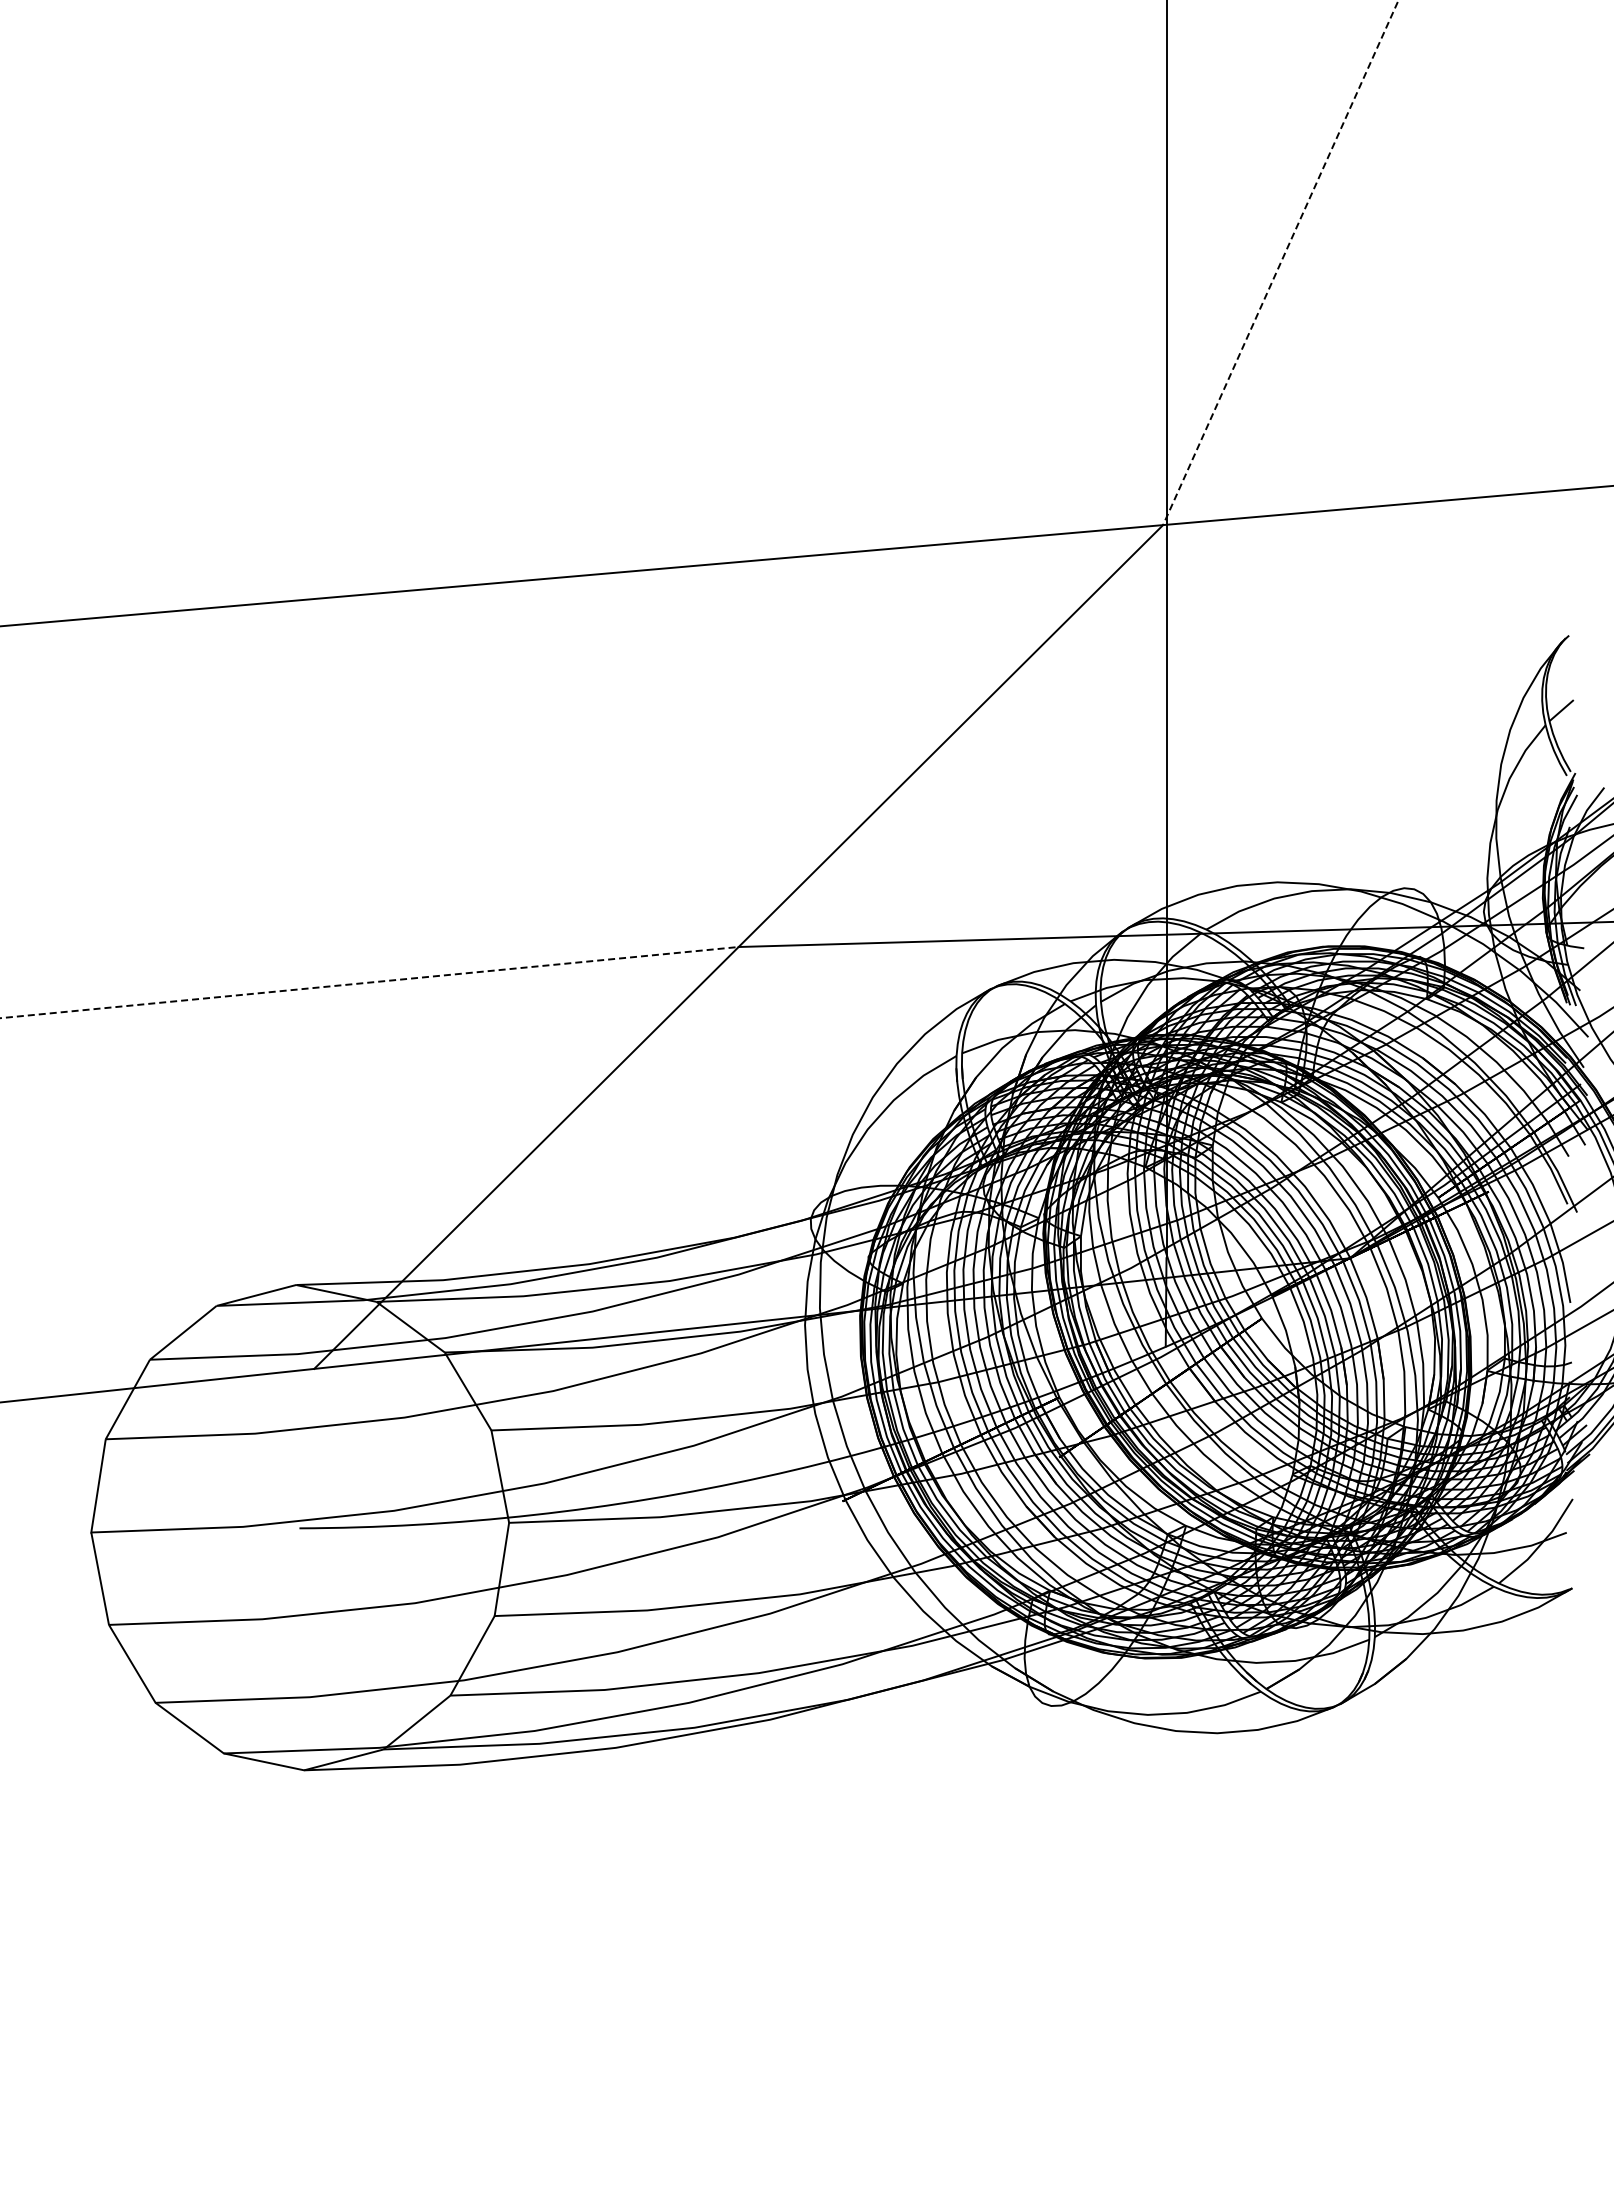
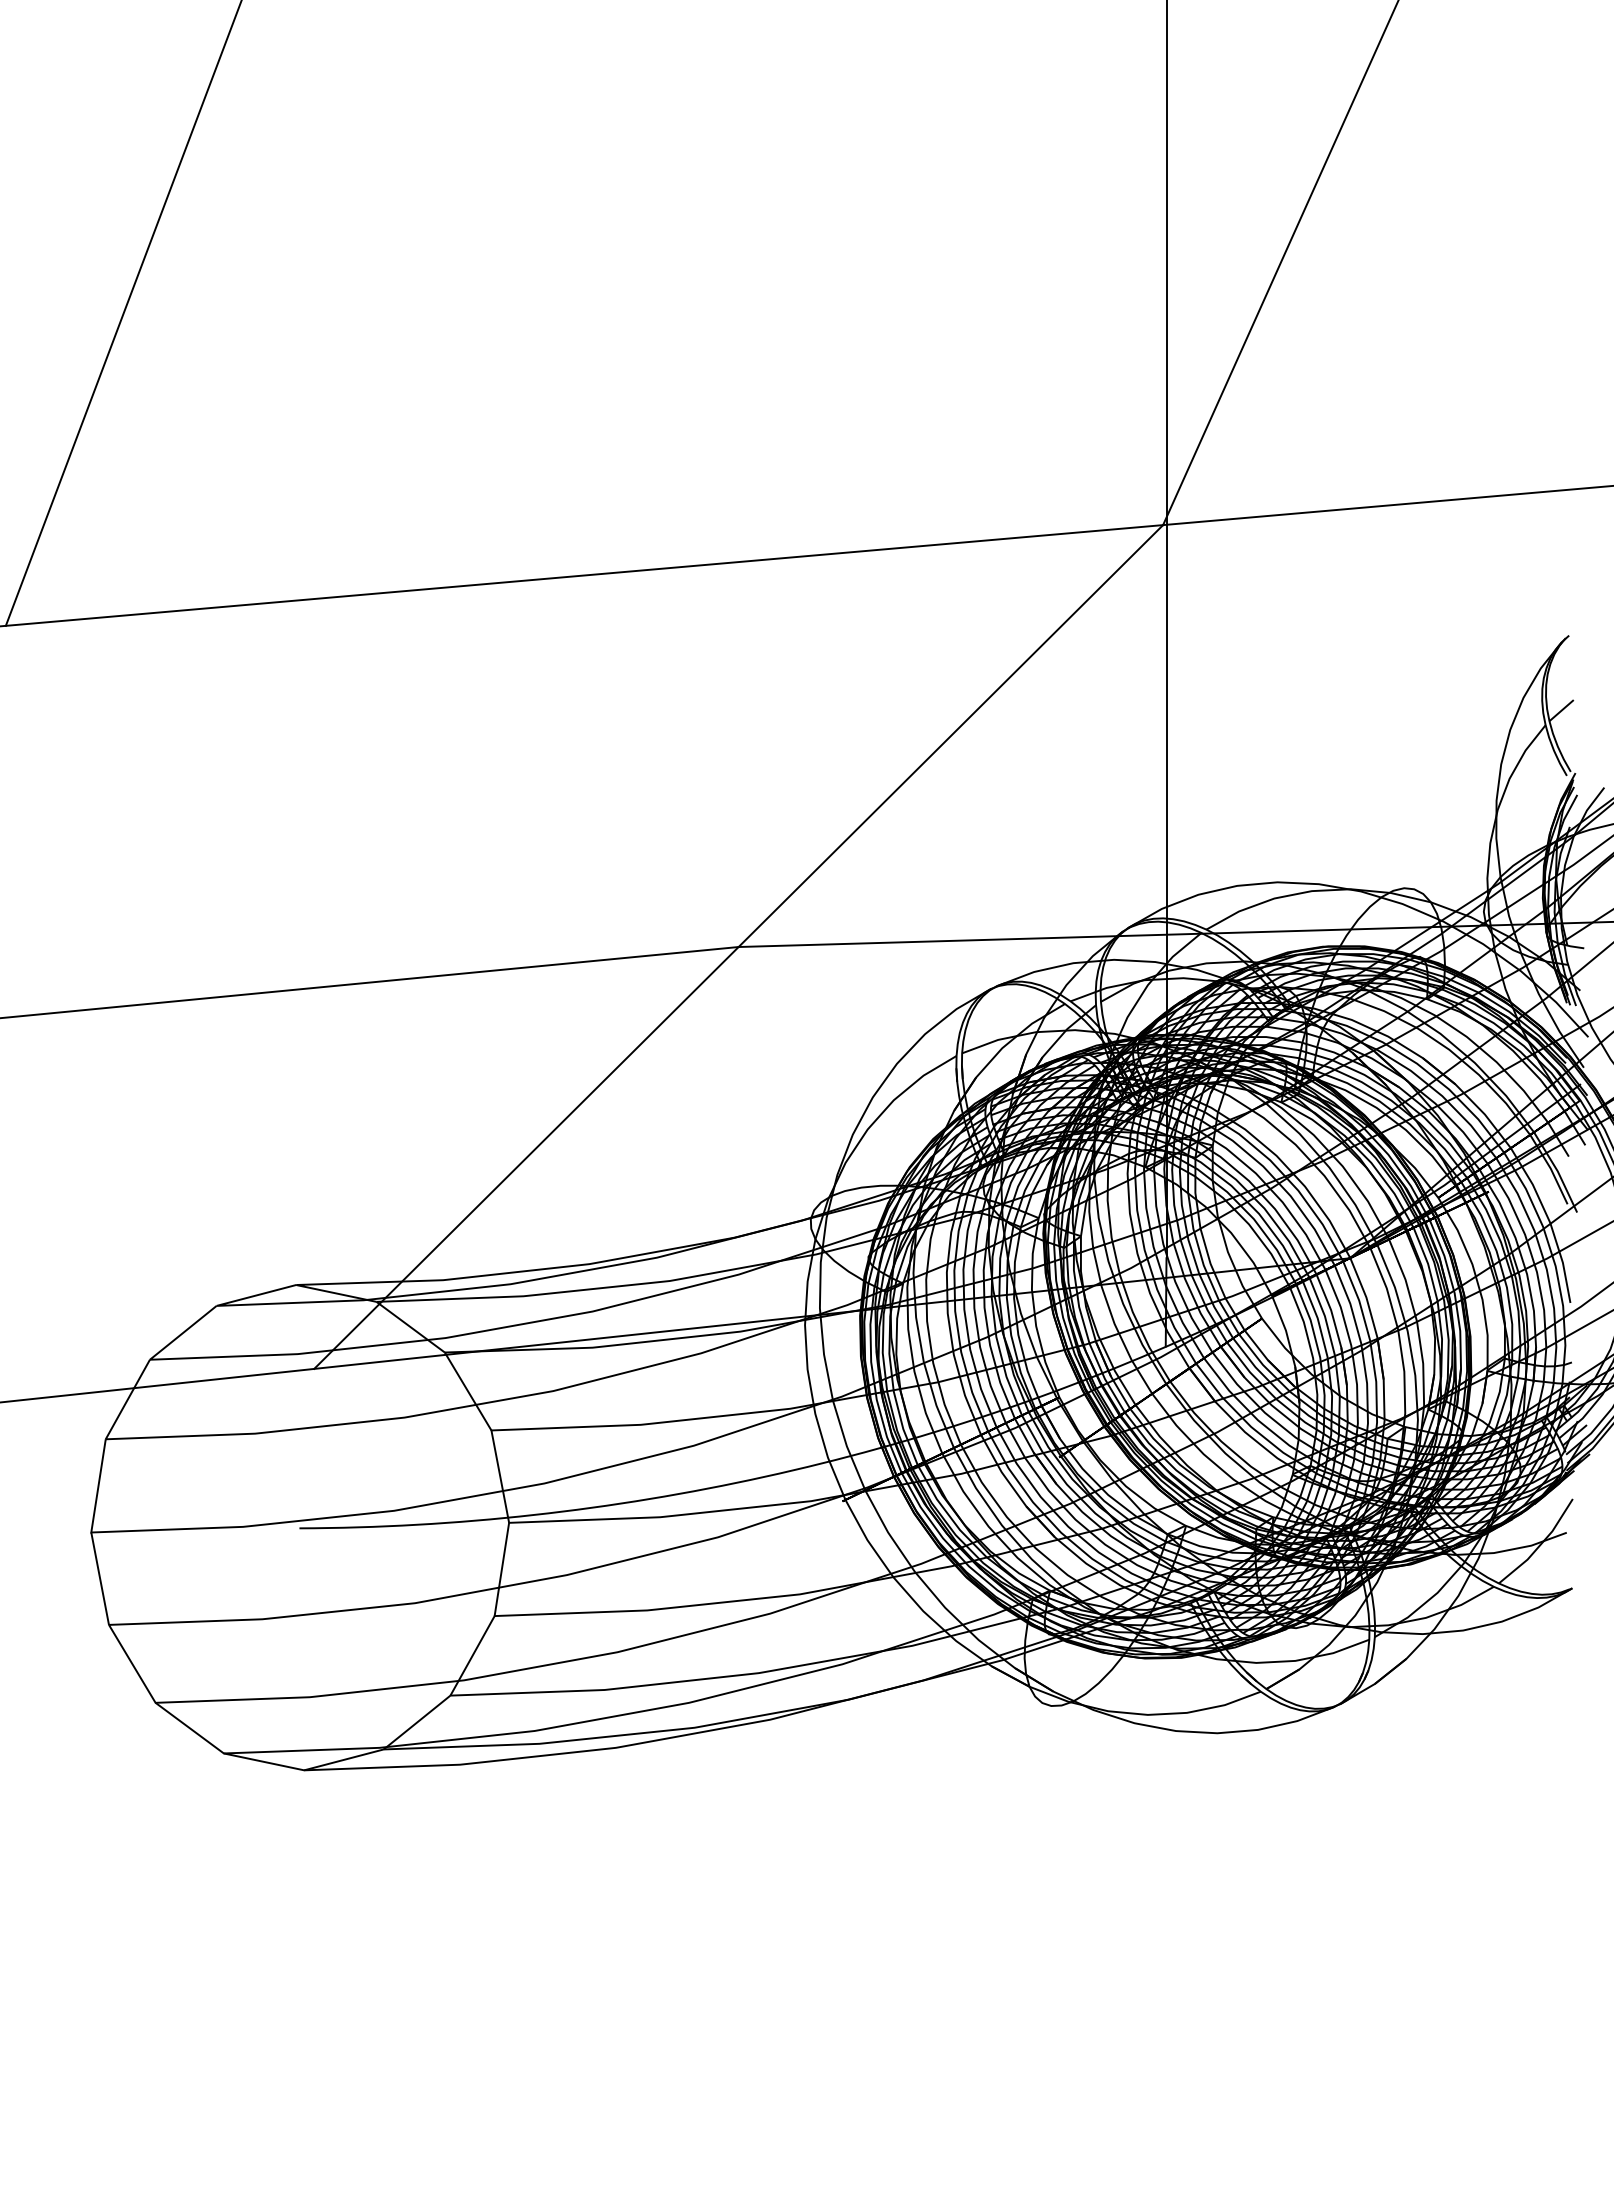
line at (1280, 263): dashed -> solid
line at (122, 313): none -> present
line at (370, 982): dashed -> solid
